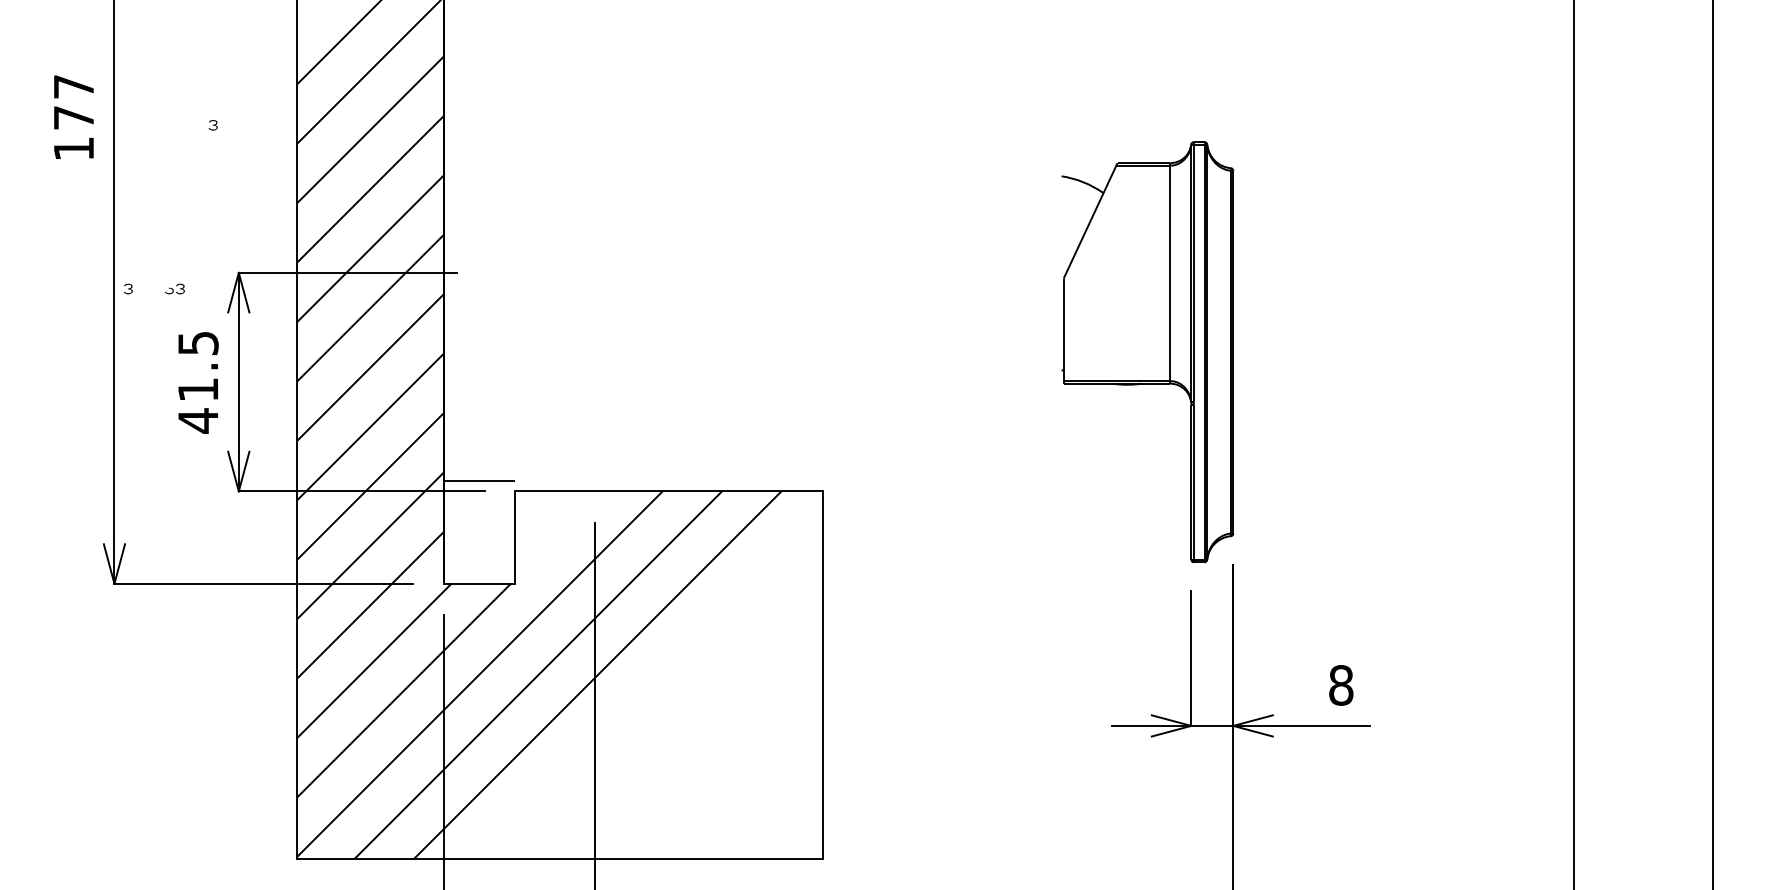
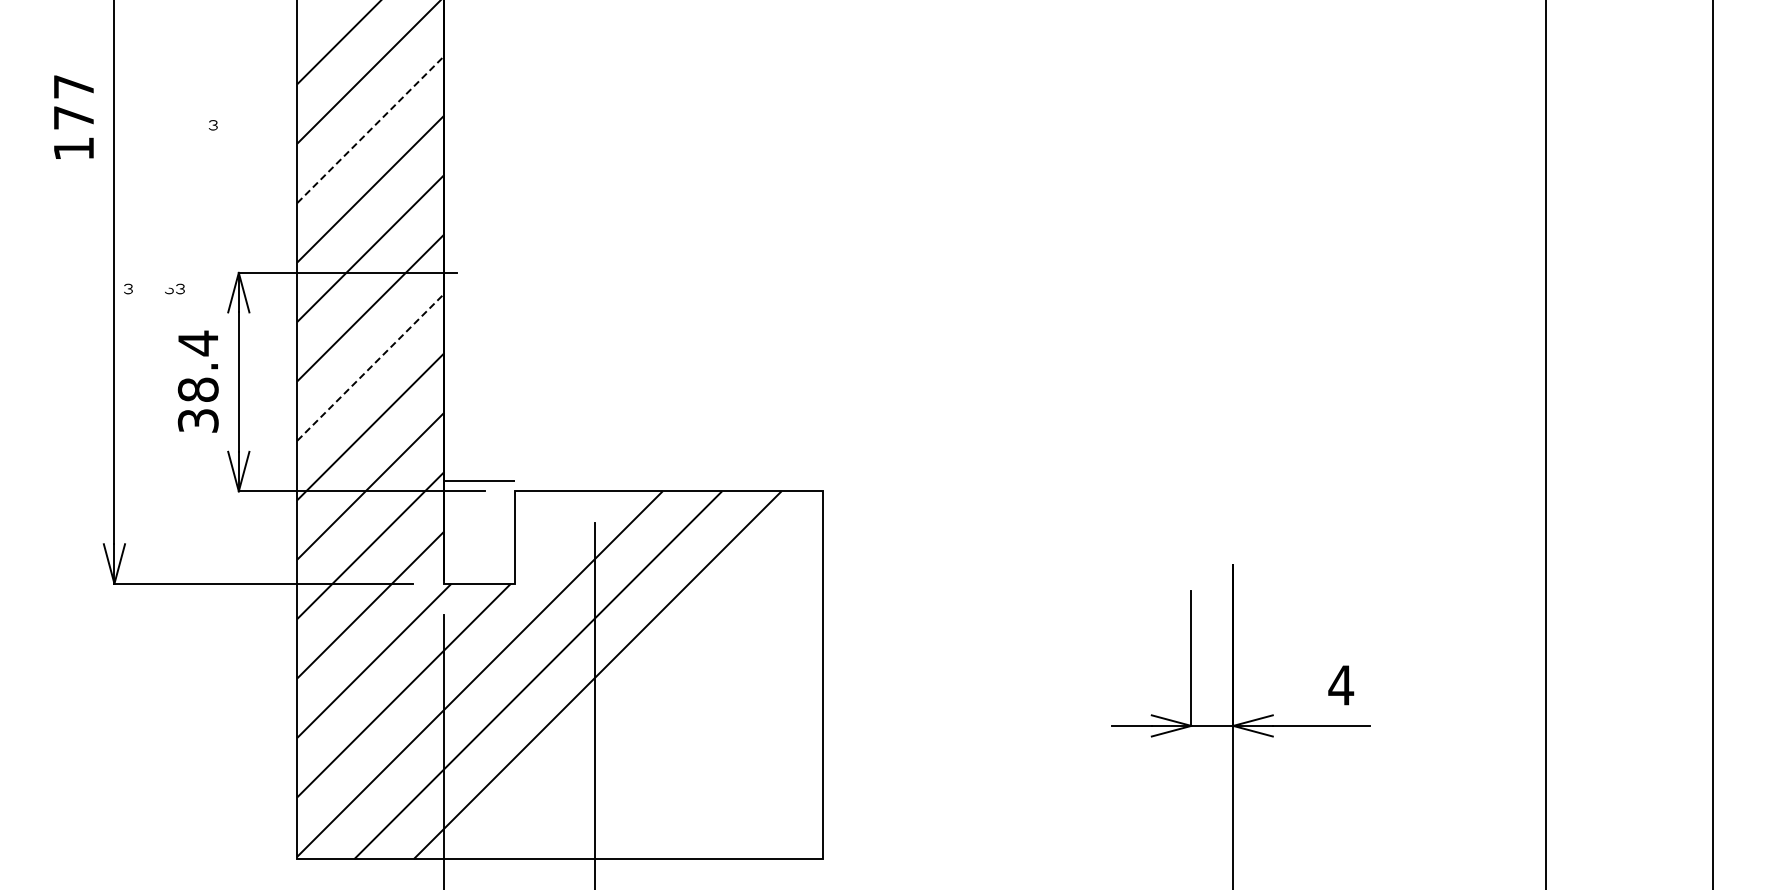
line at (370, 129): solid -> dashed
part at (1147, 352): present -> none
line at (370, 367): solid -> dashed
text at (197, 381): 41.5 -> 38.4
line at (1574, 444) position: (1574, 444) -> (1546, 444)
text at (1341, 685): 8 -> 4
